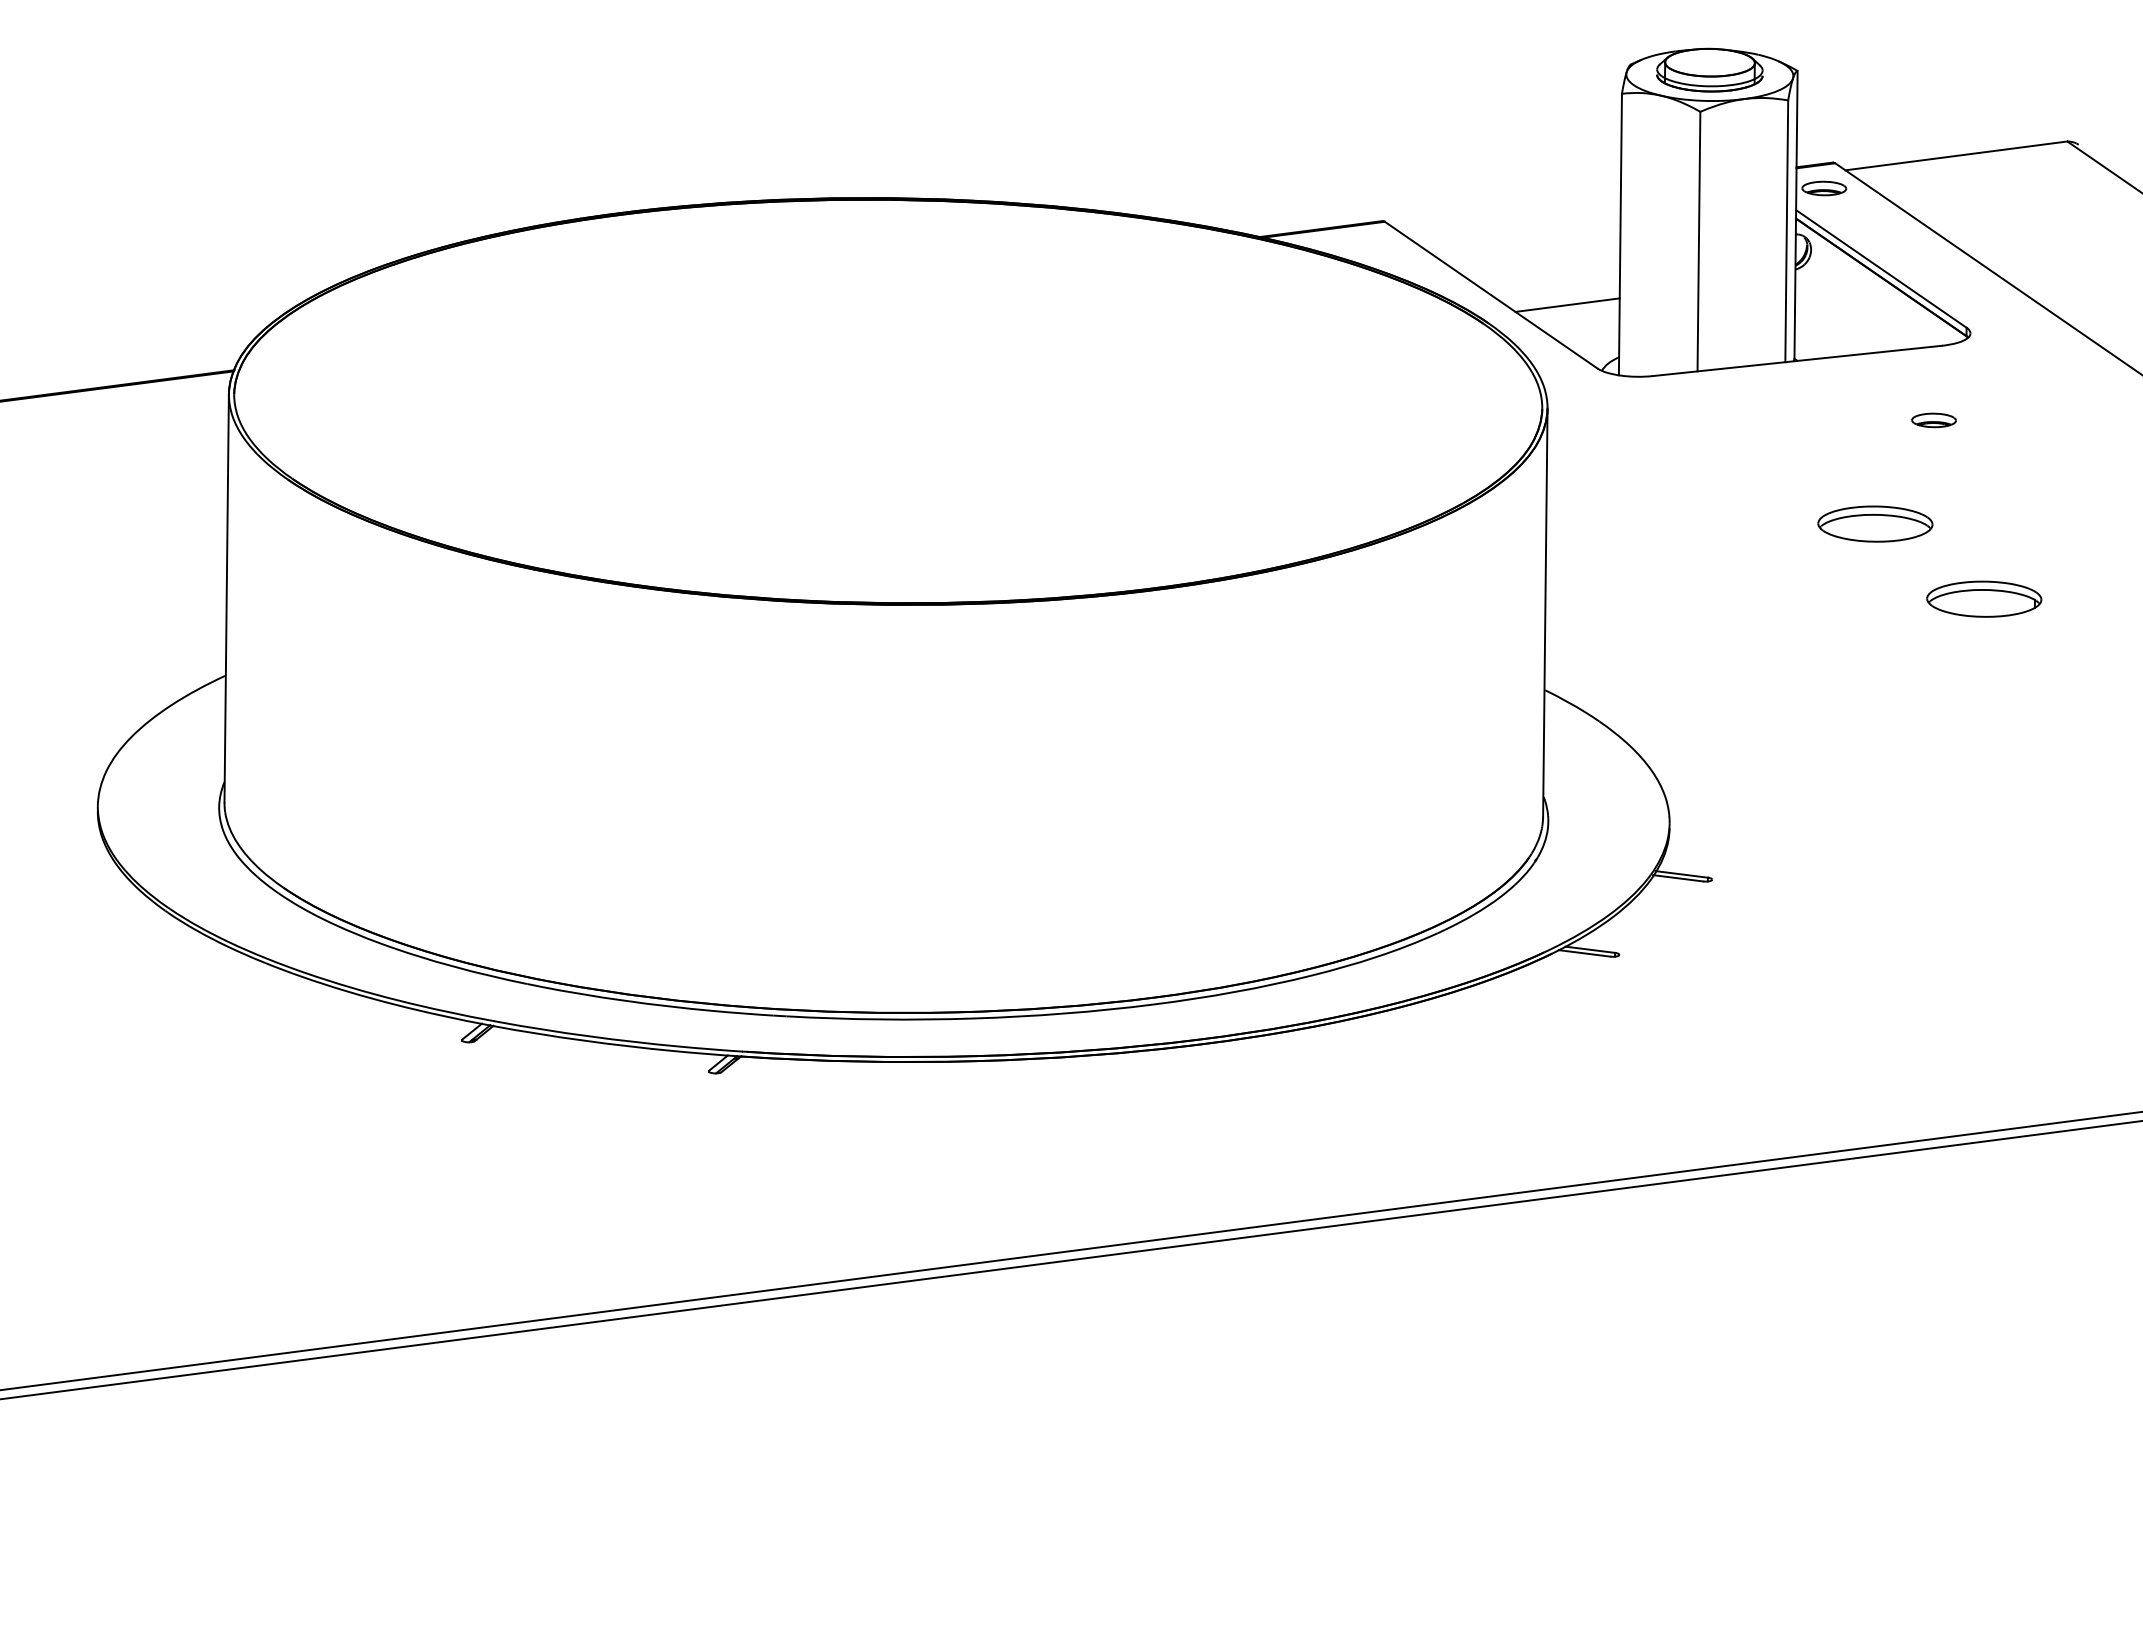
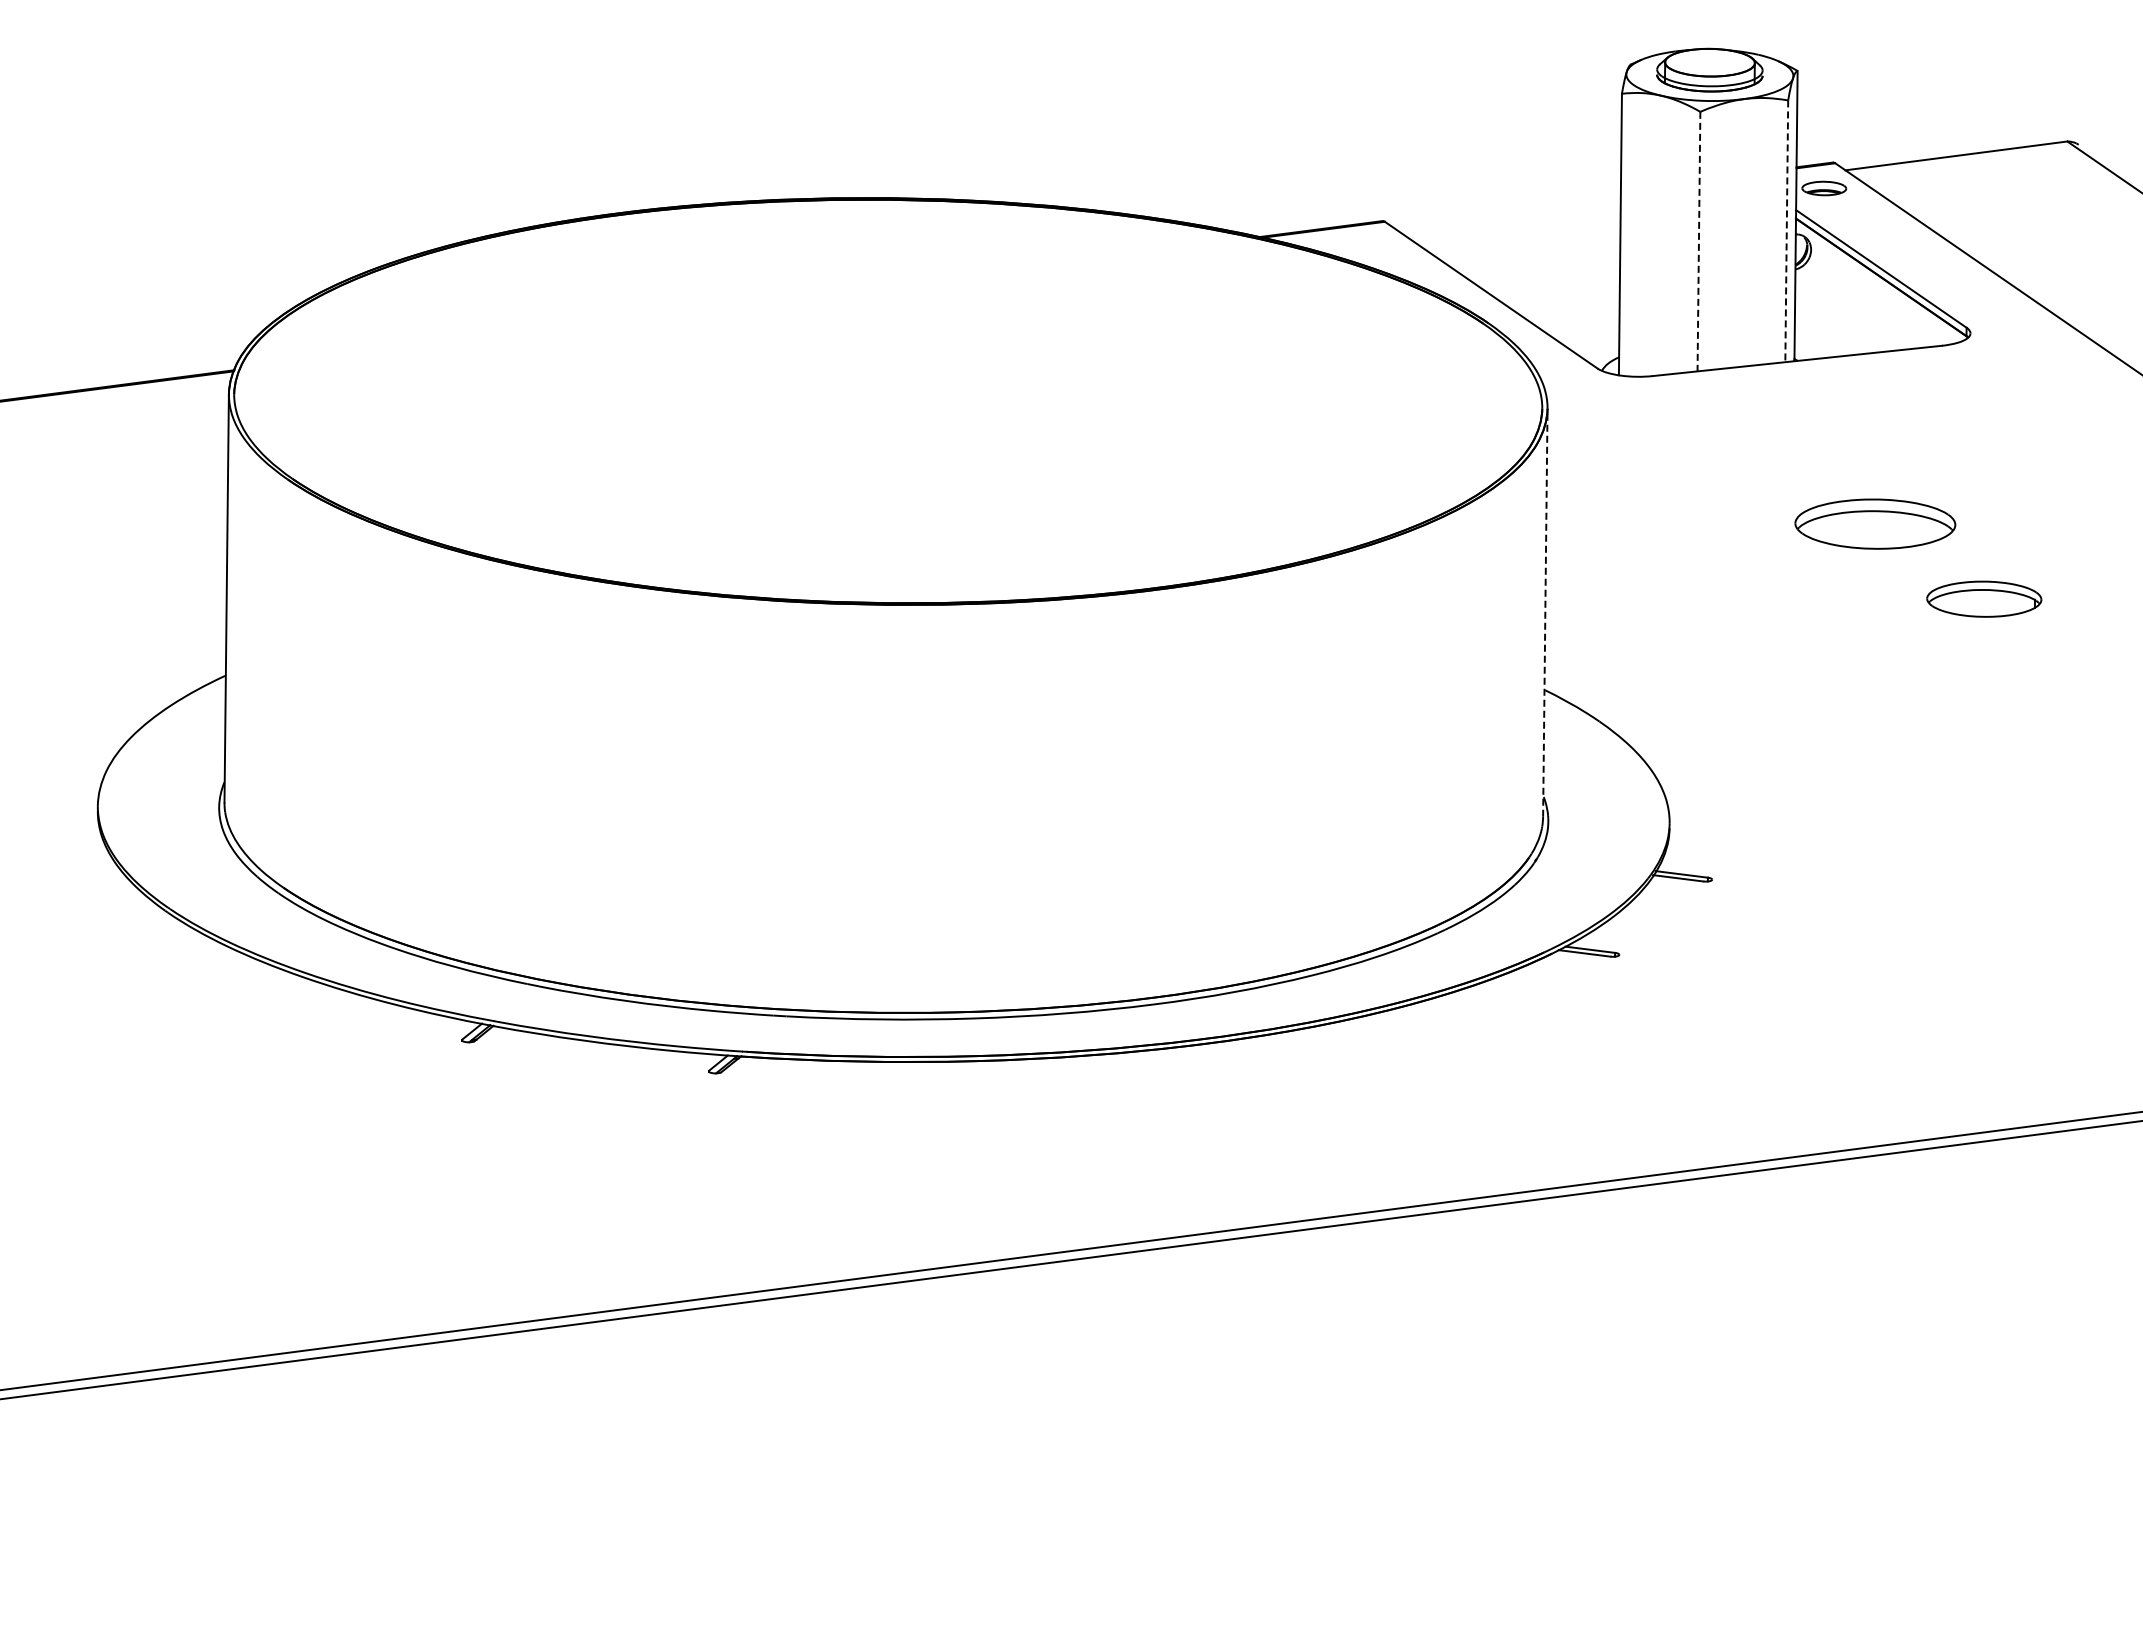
line at (1786, 231): solid -> dashed
line at (1698, 241): solid -> dashed
line at (1567, 304): present -> none
part at (1933, 420): present -> none
part at (1875, 523) size: 117x38 px -> 163x52 px
line at (1545, 612): solid -> dashed
